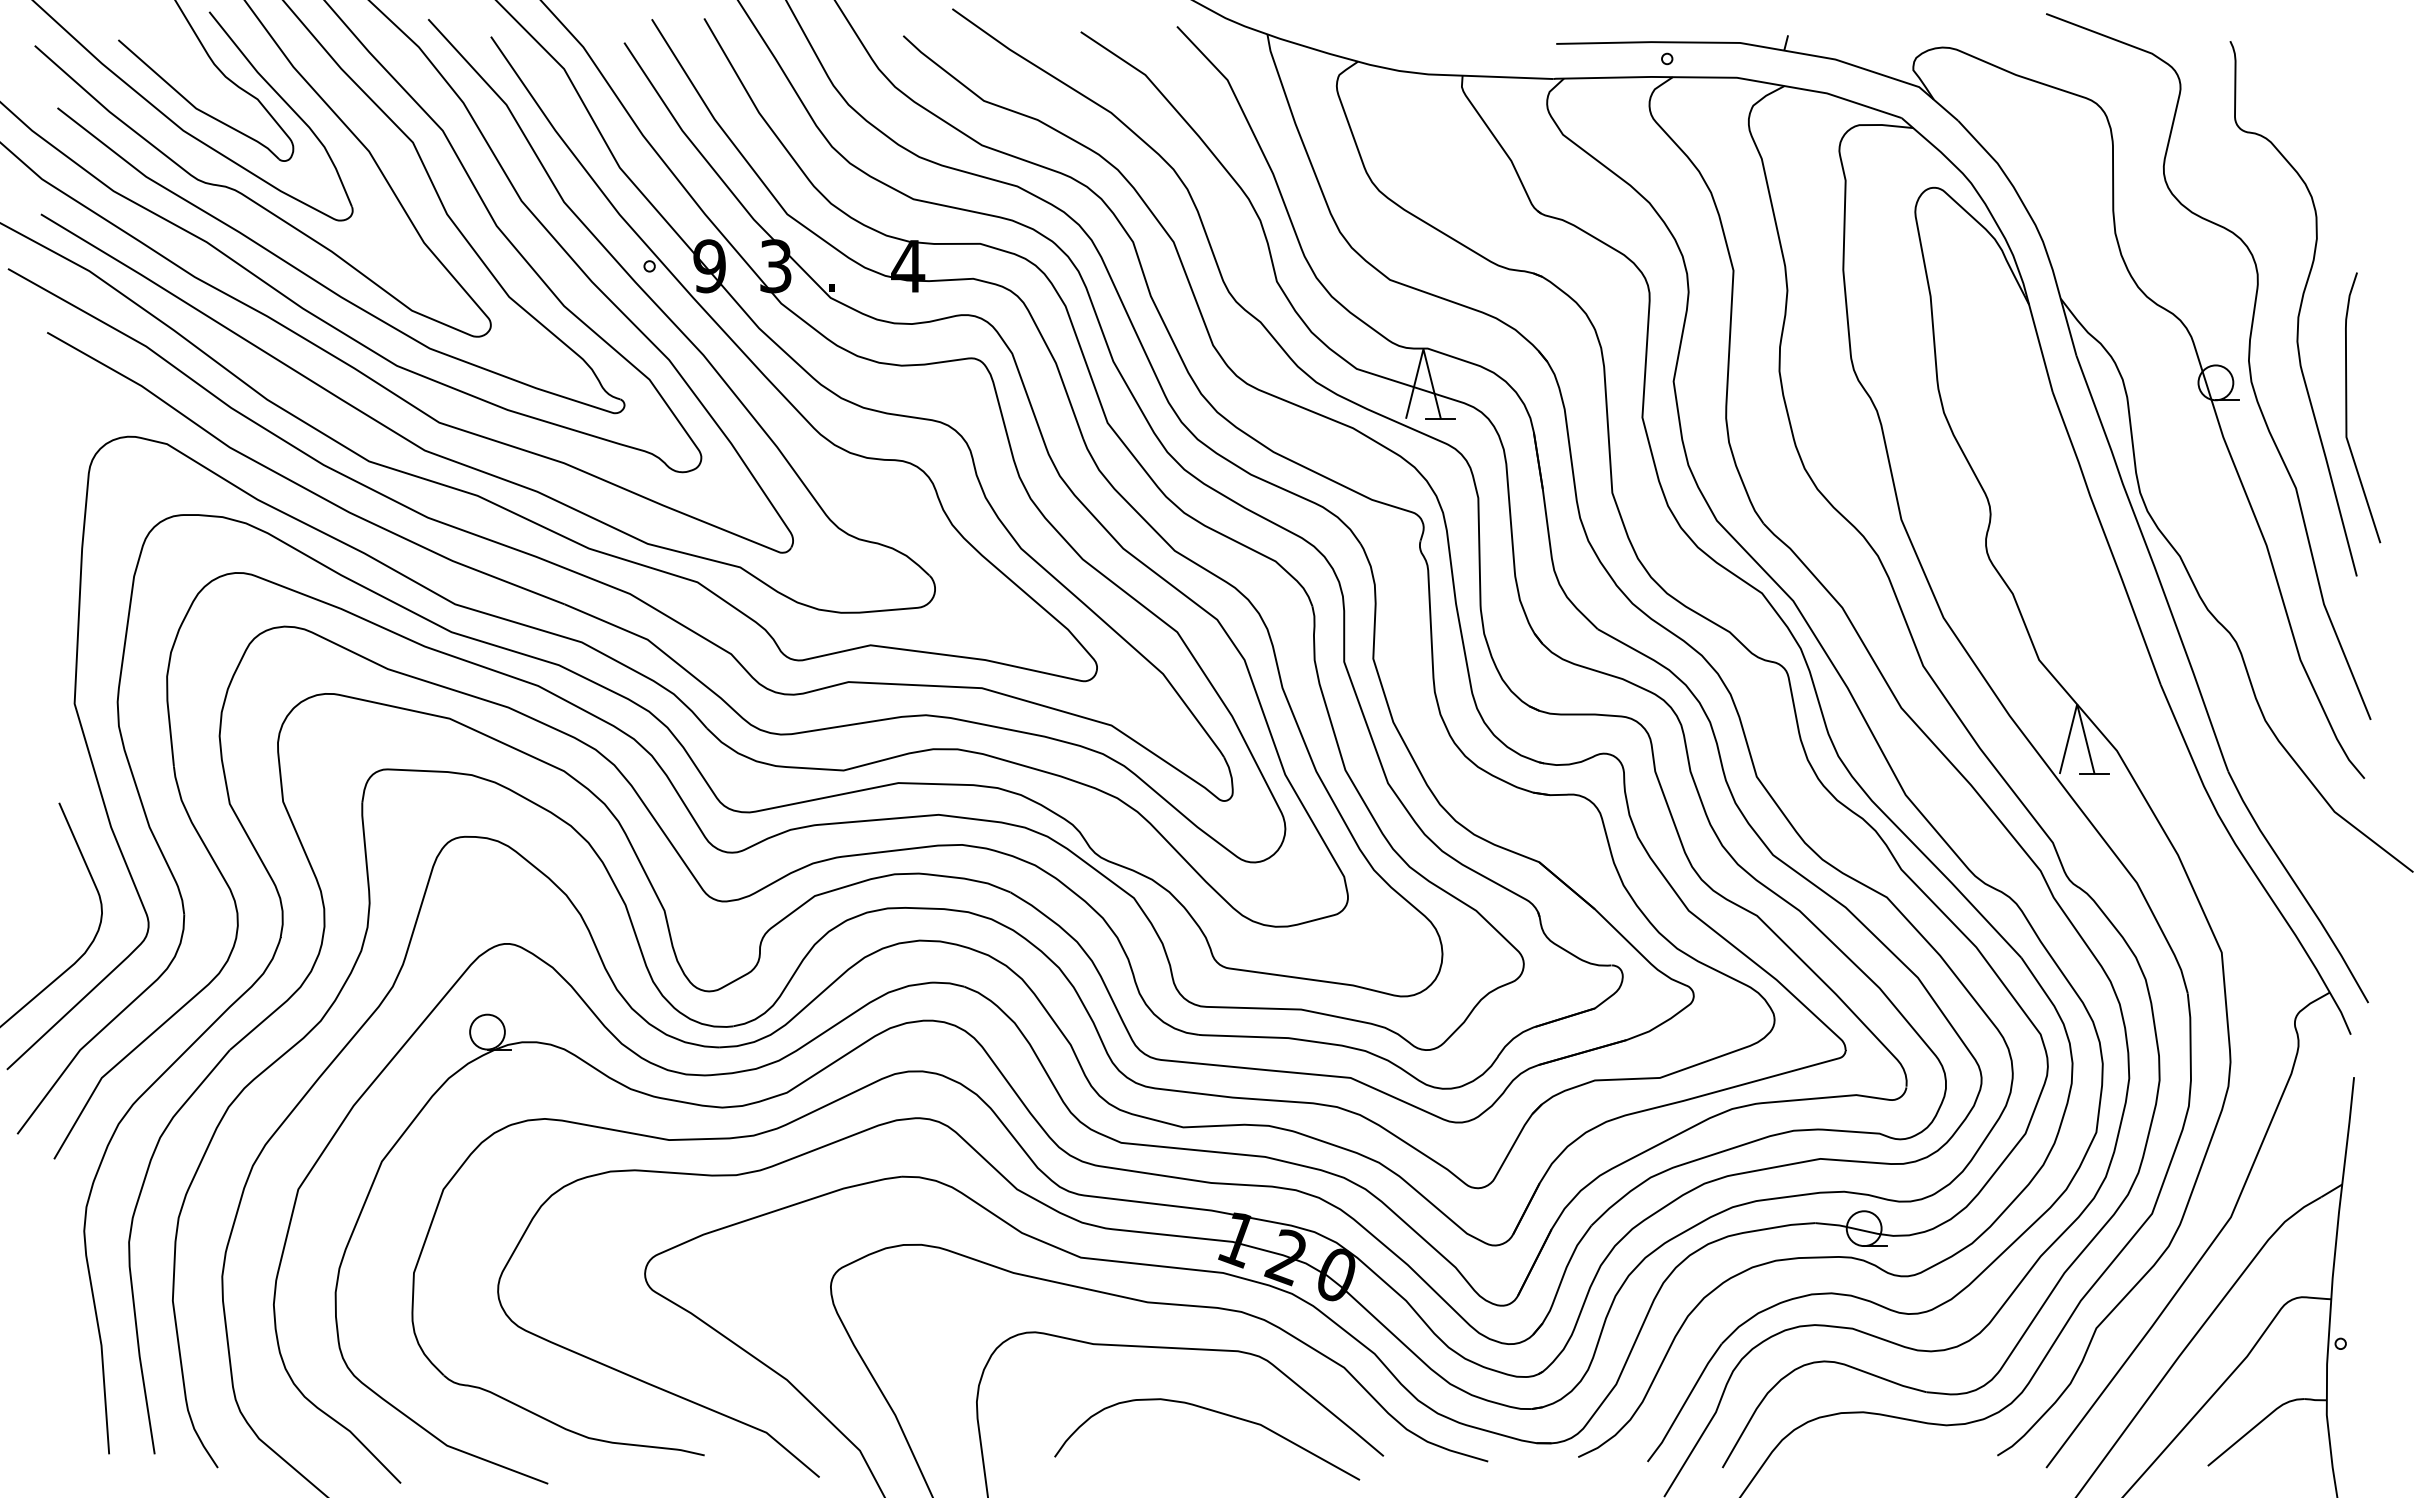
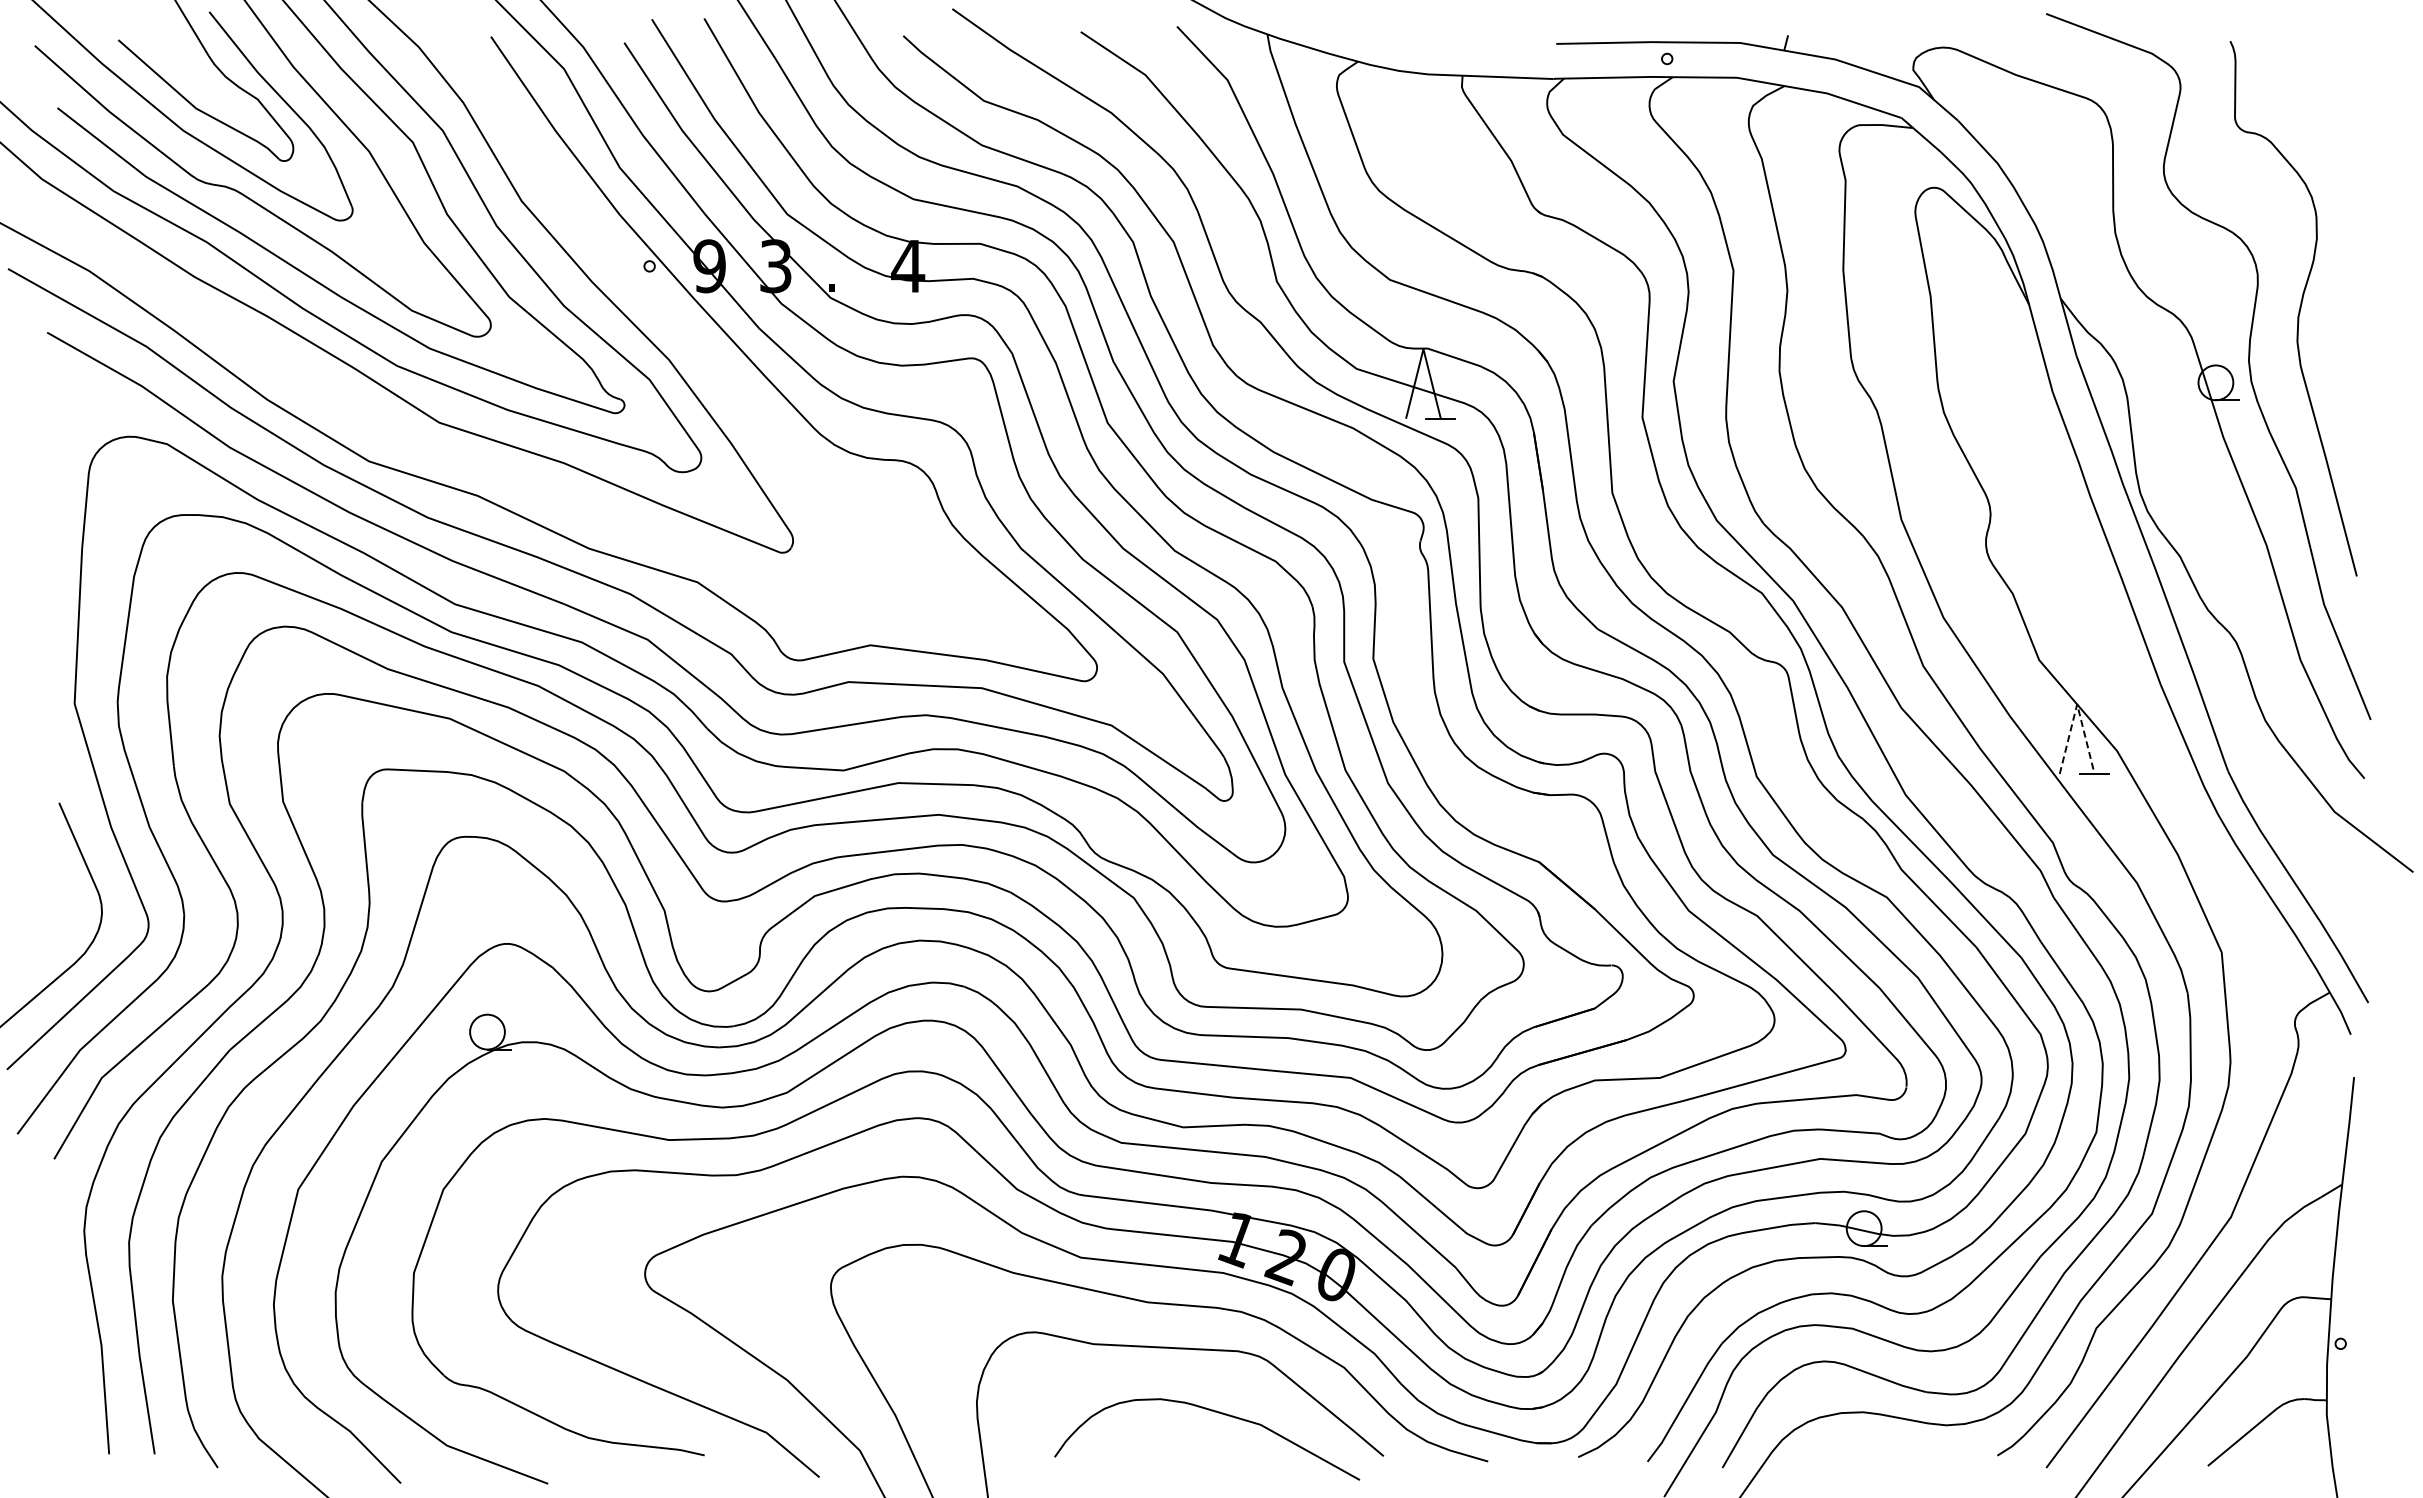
part at (588, 231): present -> none
curve at (2347, 407): present -> none
line at (2077, 704): solid -> dashed
